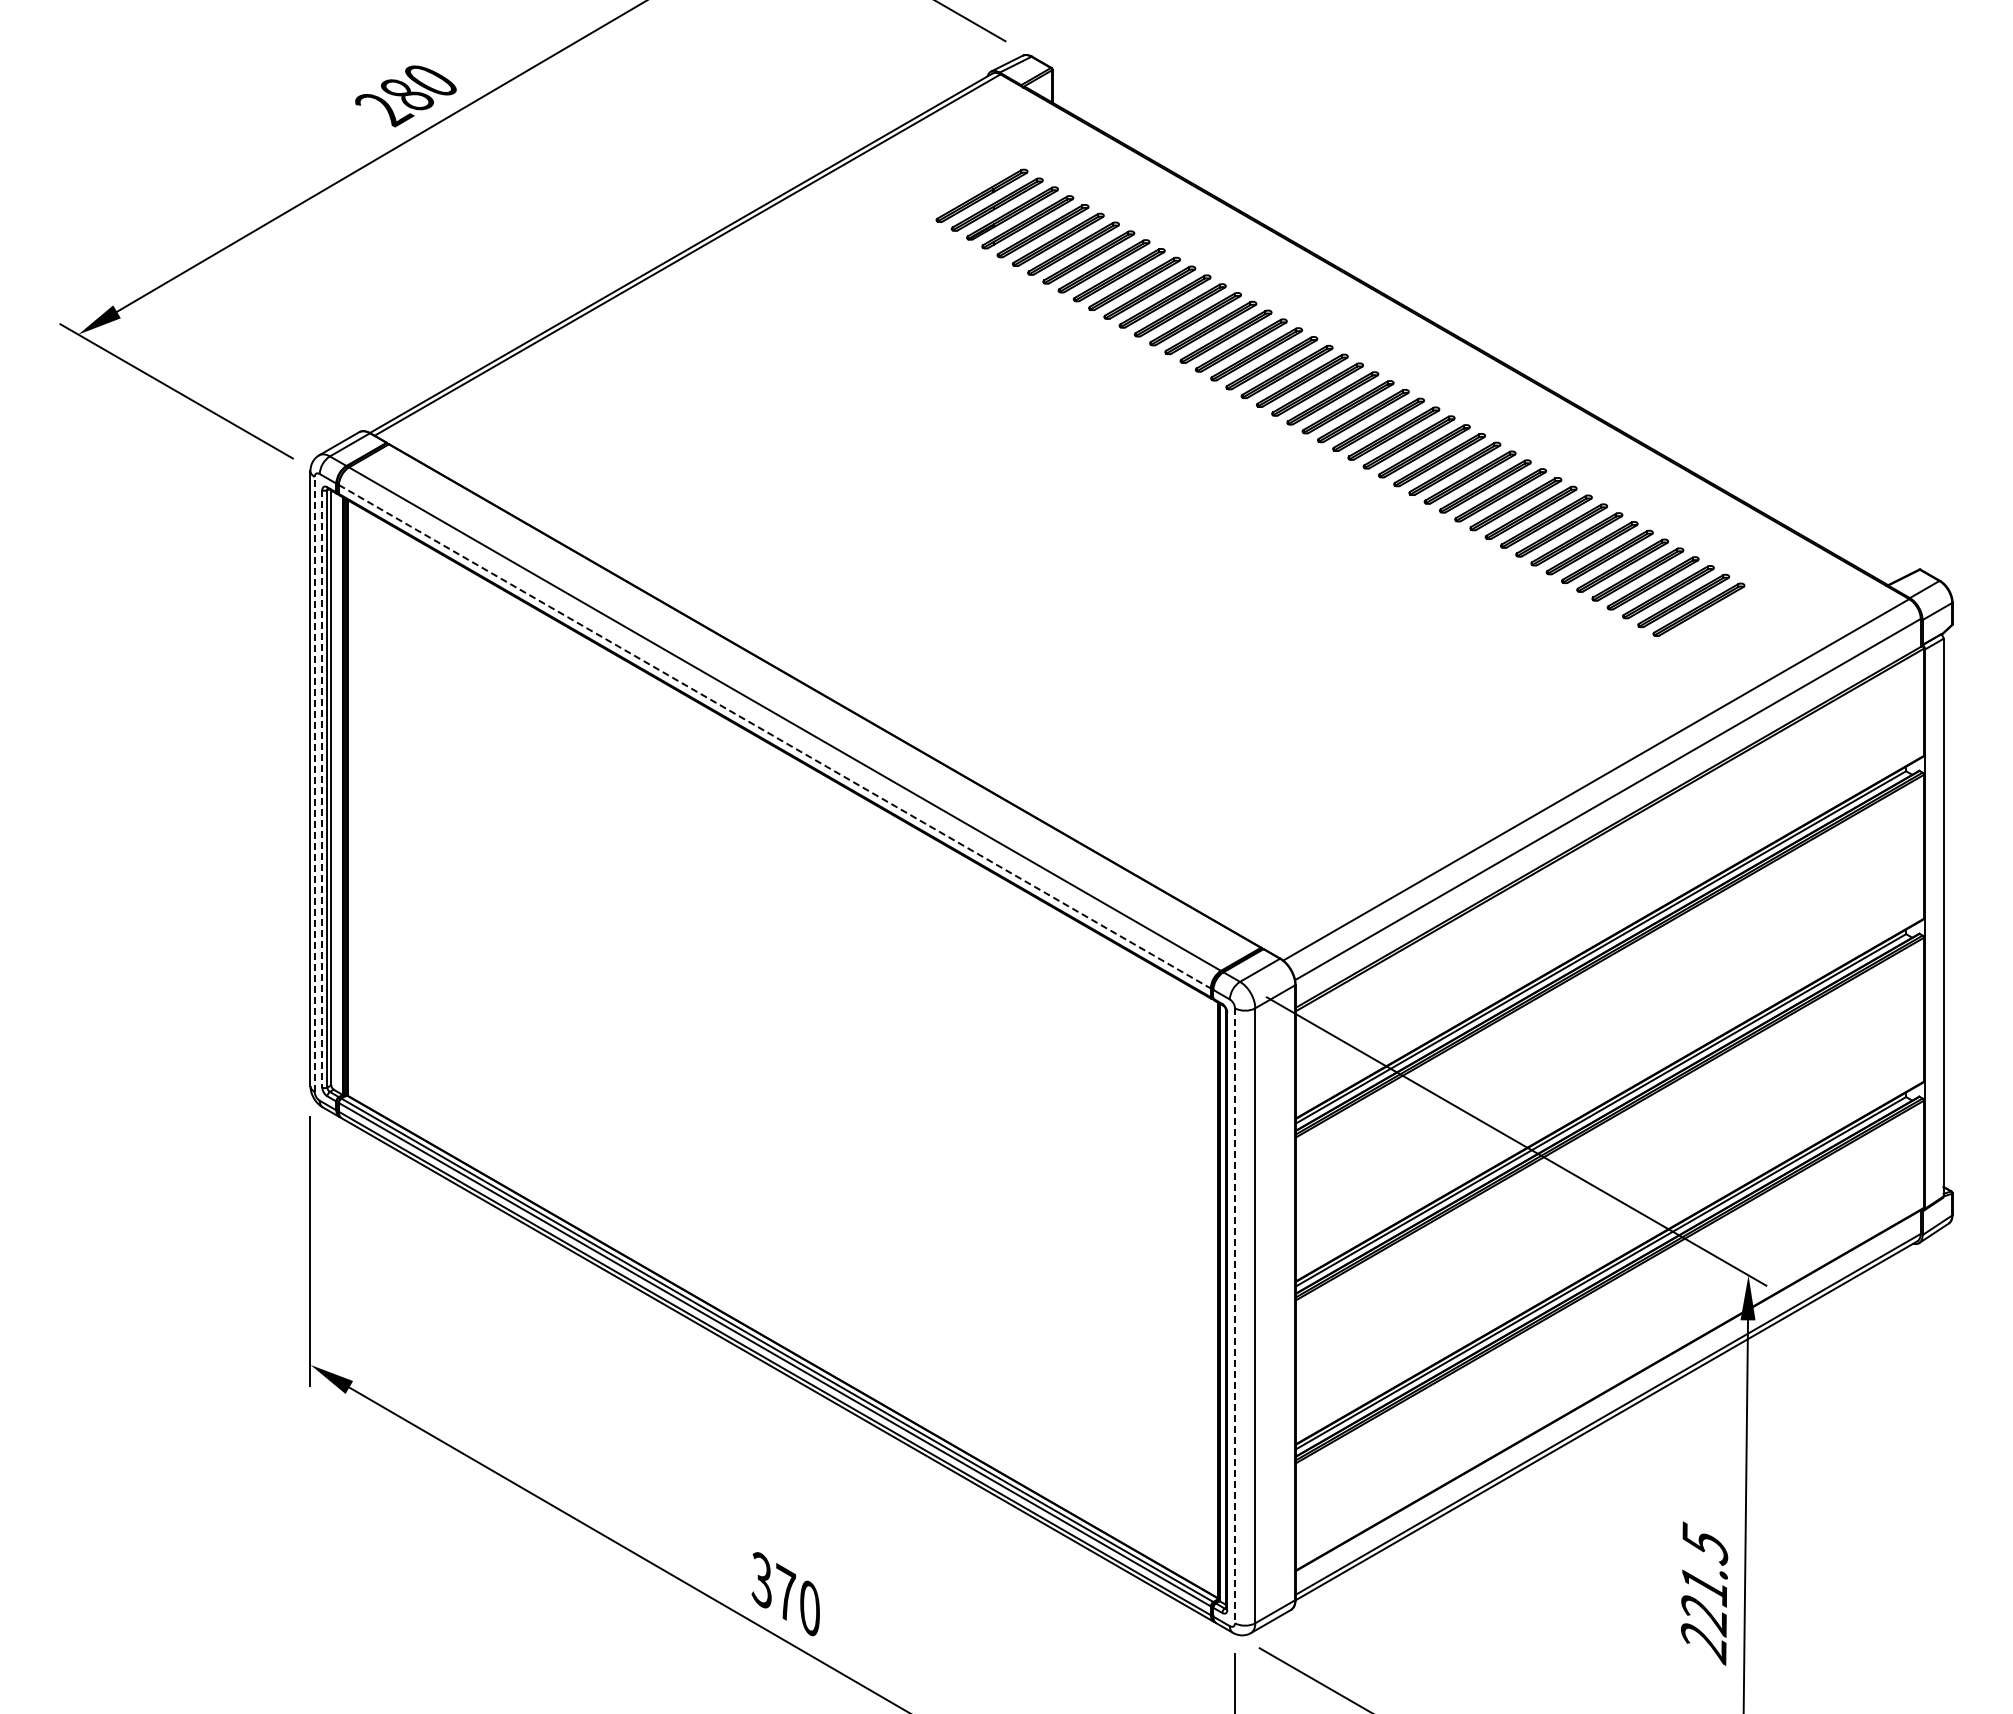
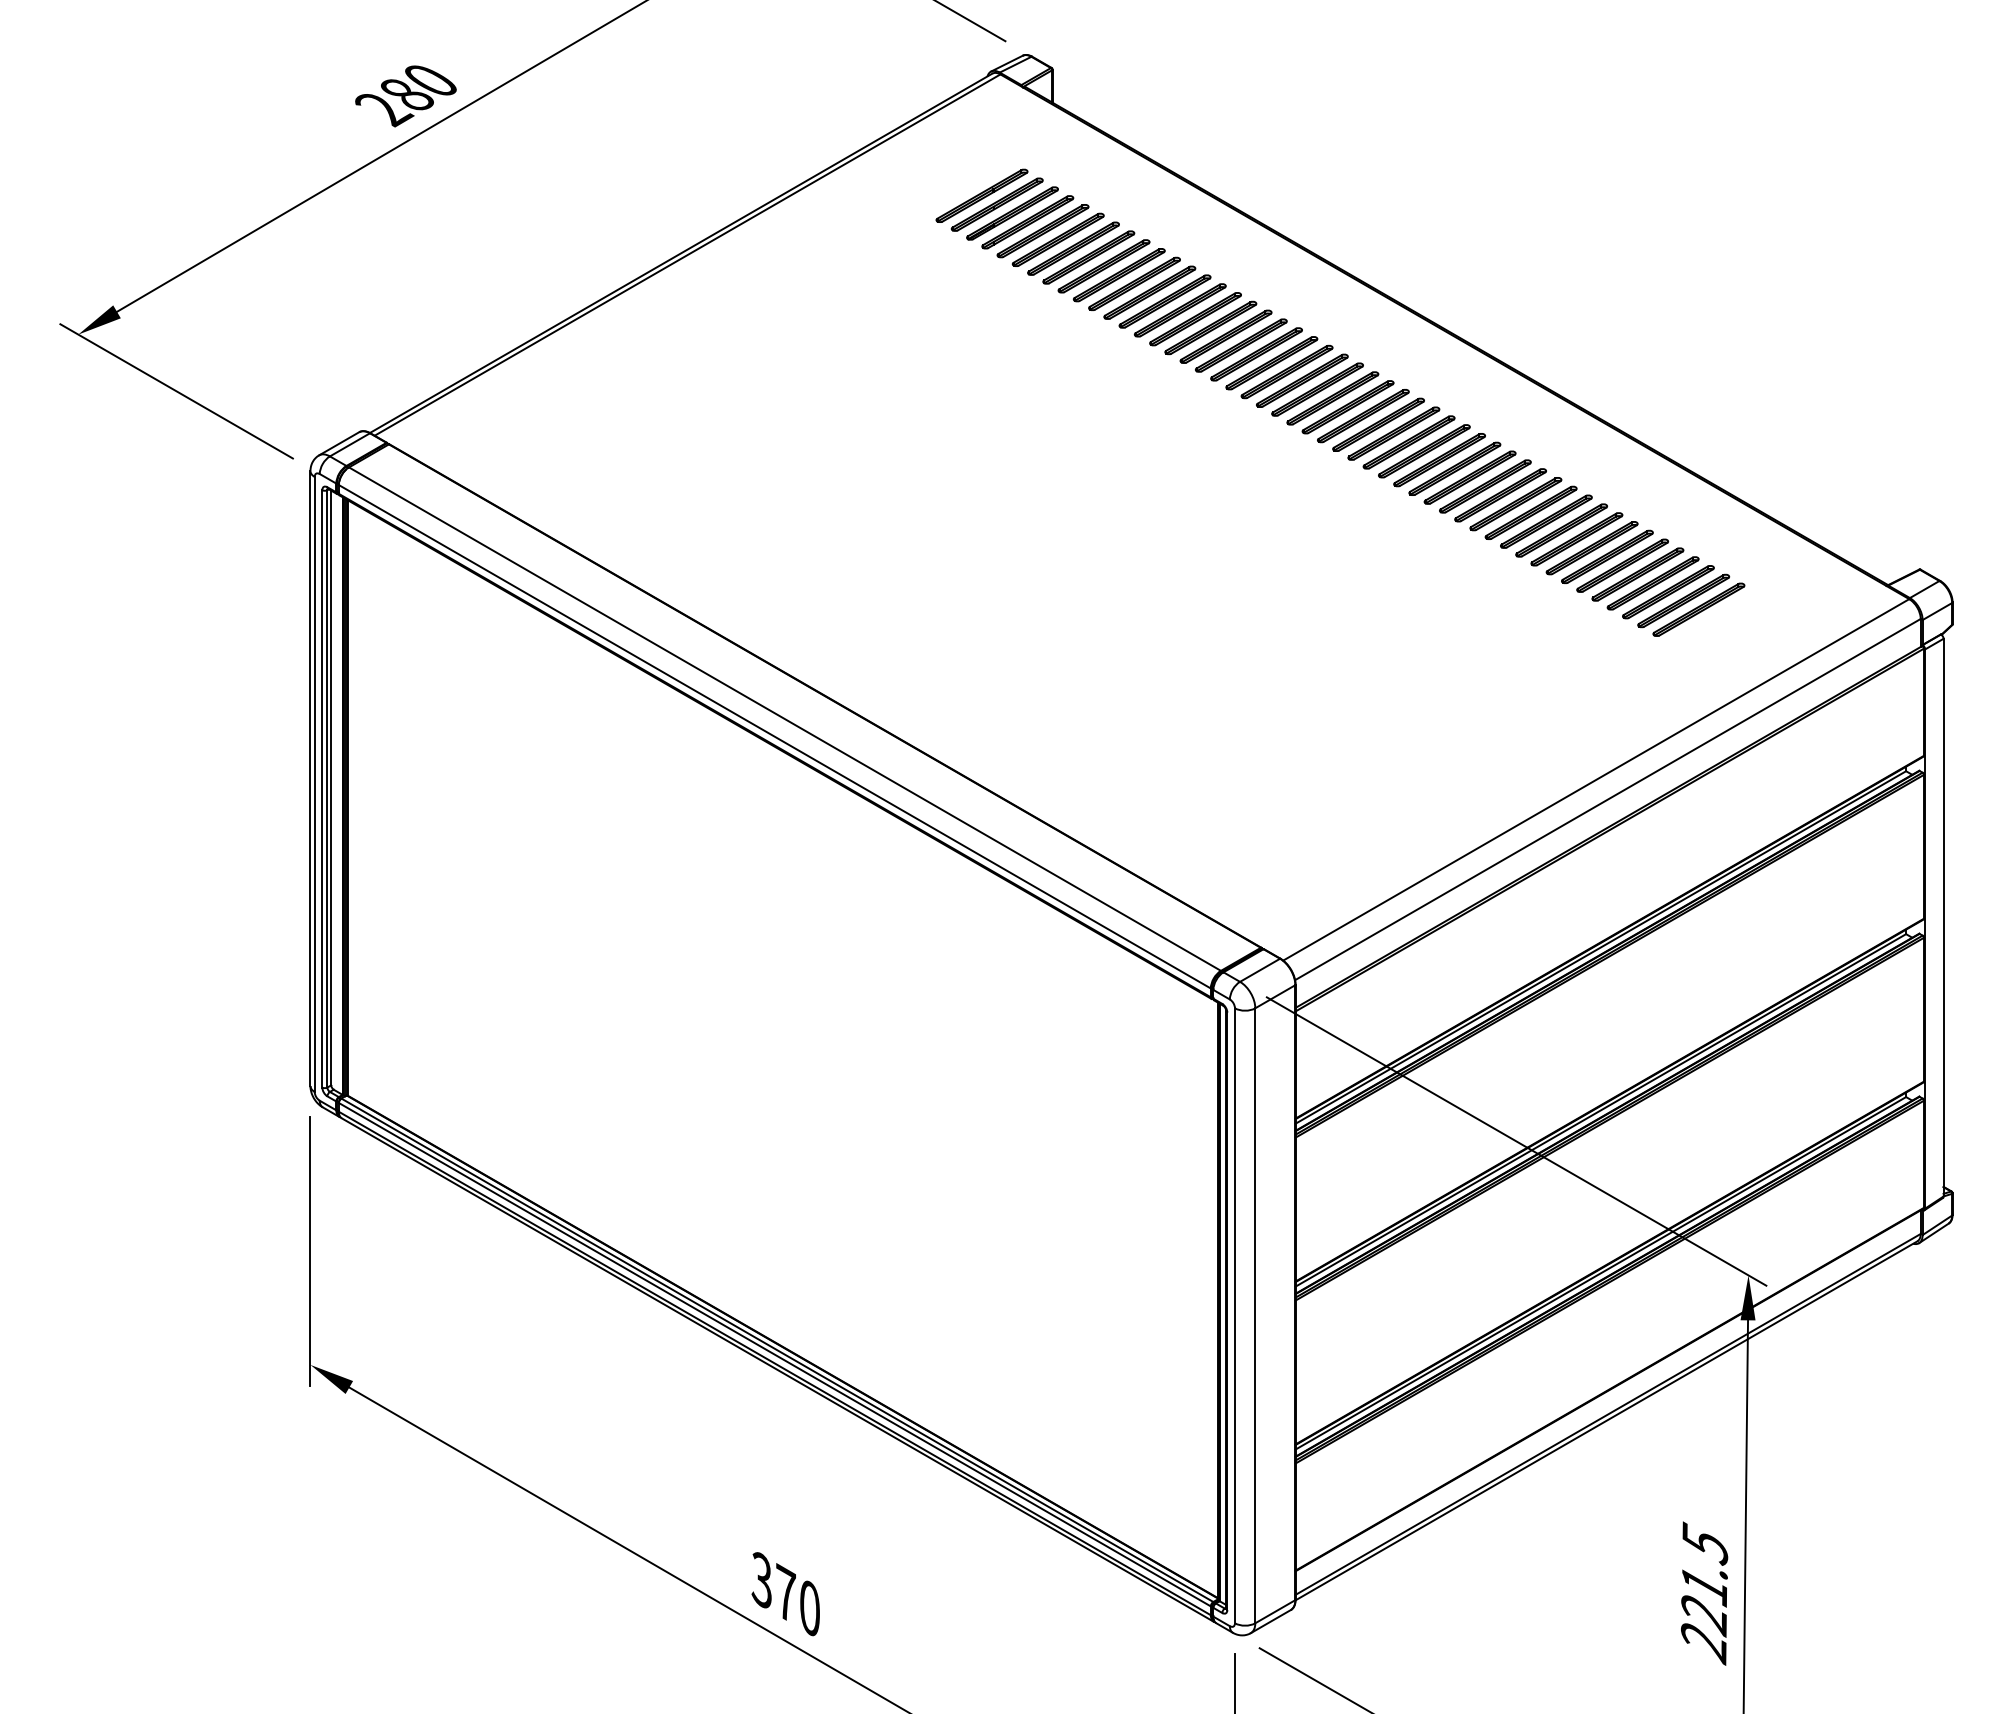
line at (775, 737): dashed -> solid
line at (314, 783): dashed -> solid
line at (322, 788): dashed -> solid
line at (1234, 1316): dashed -> solid
